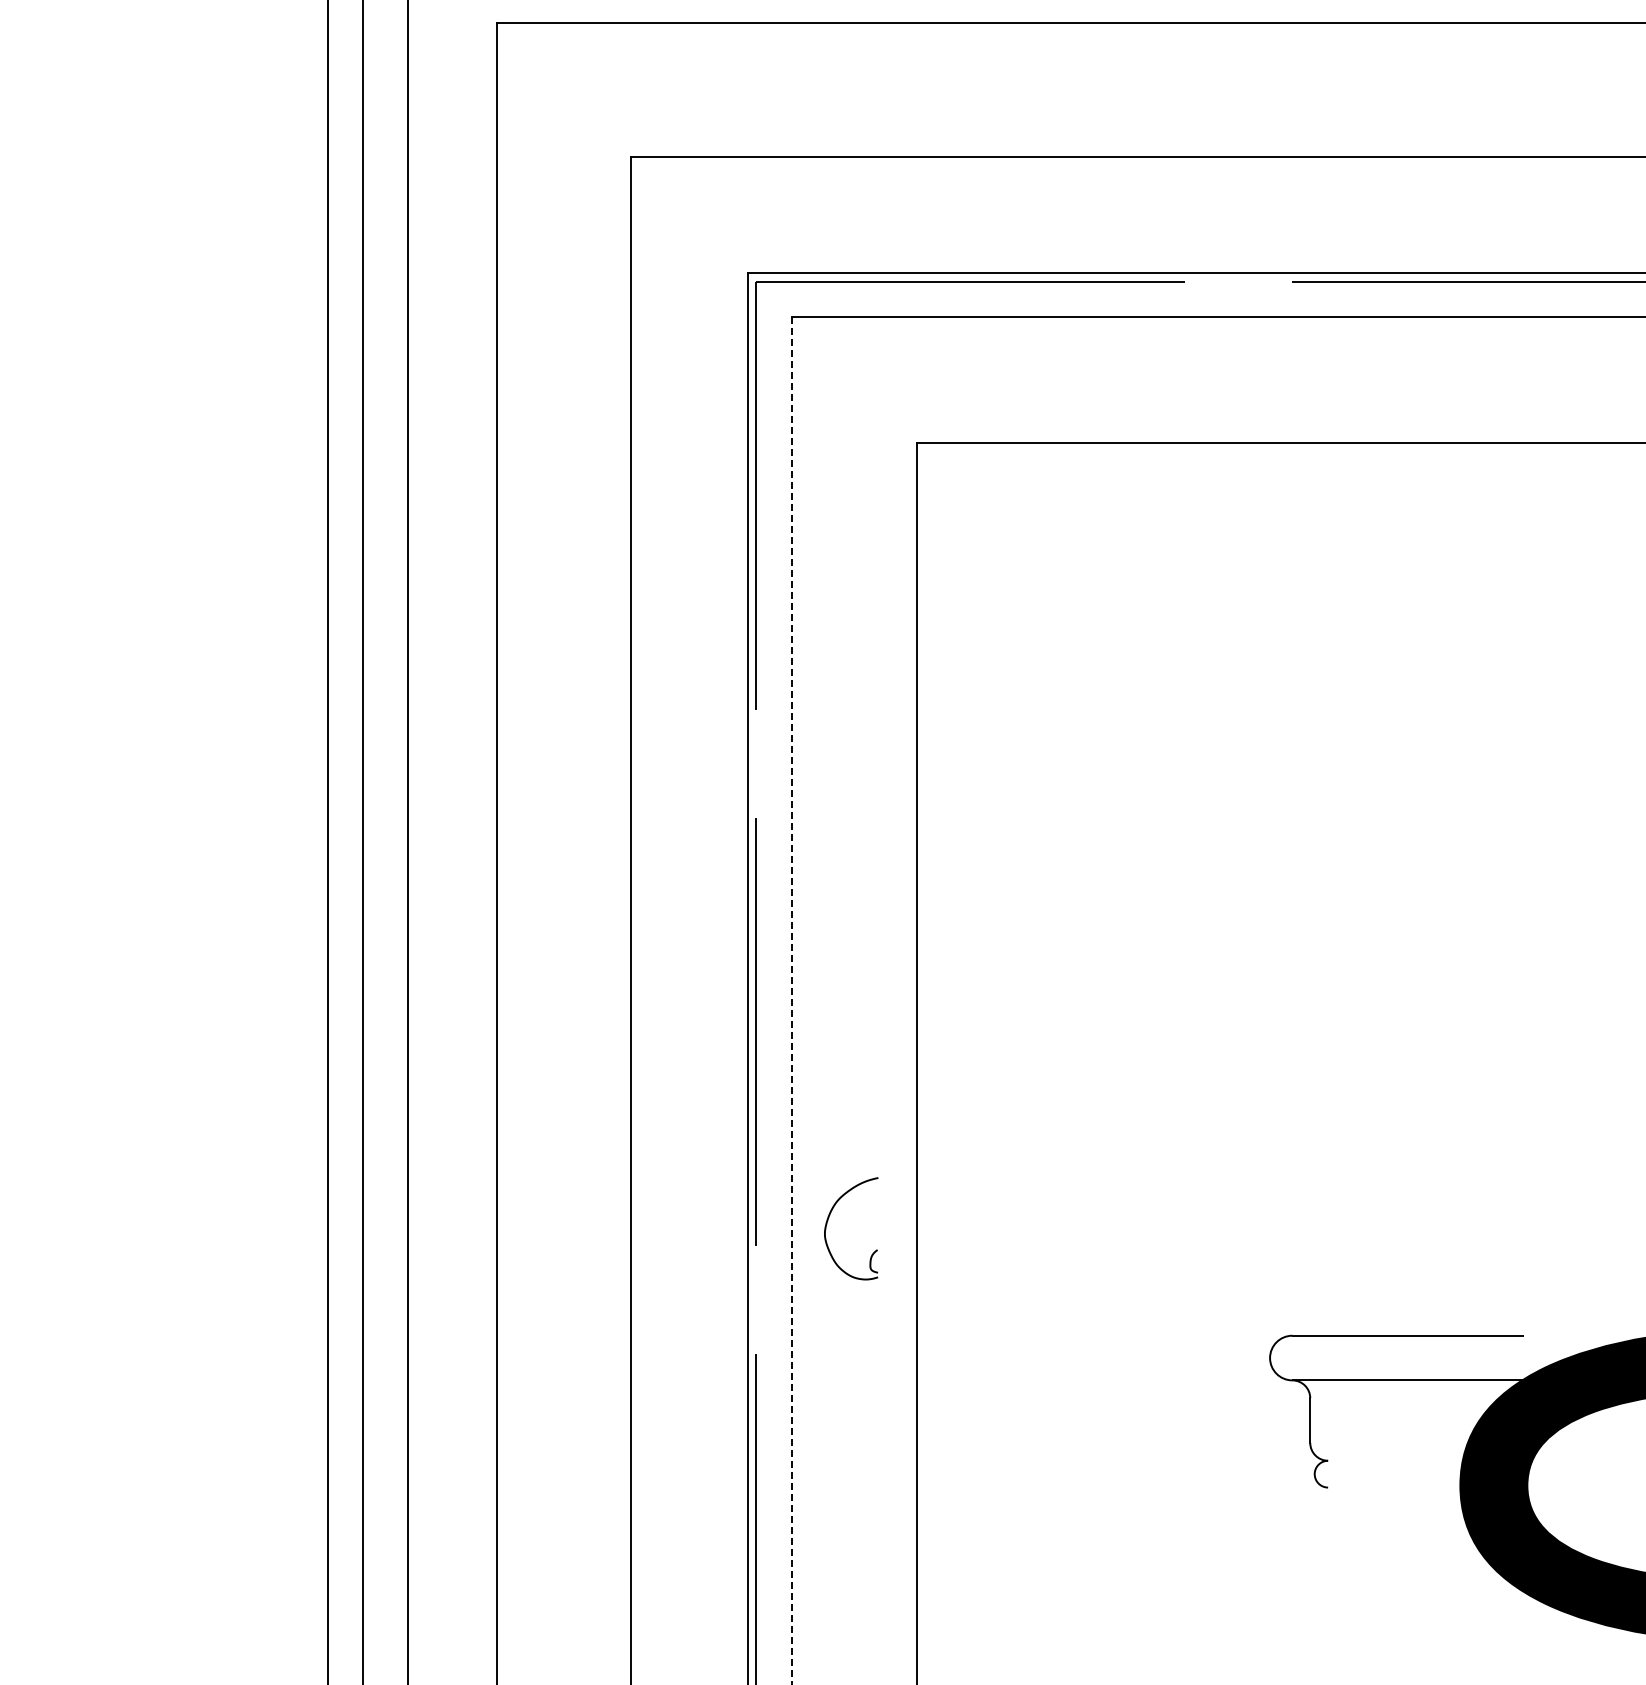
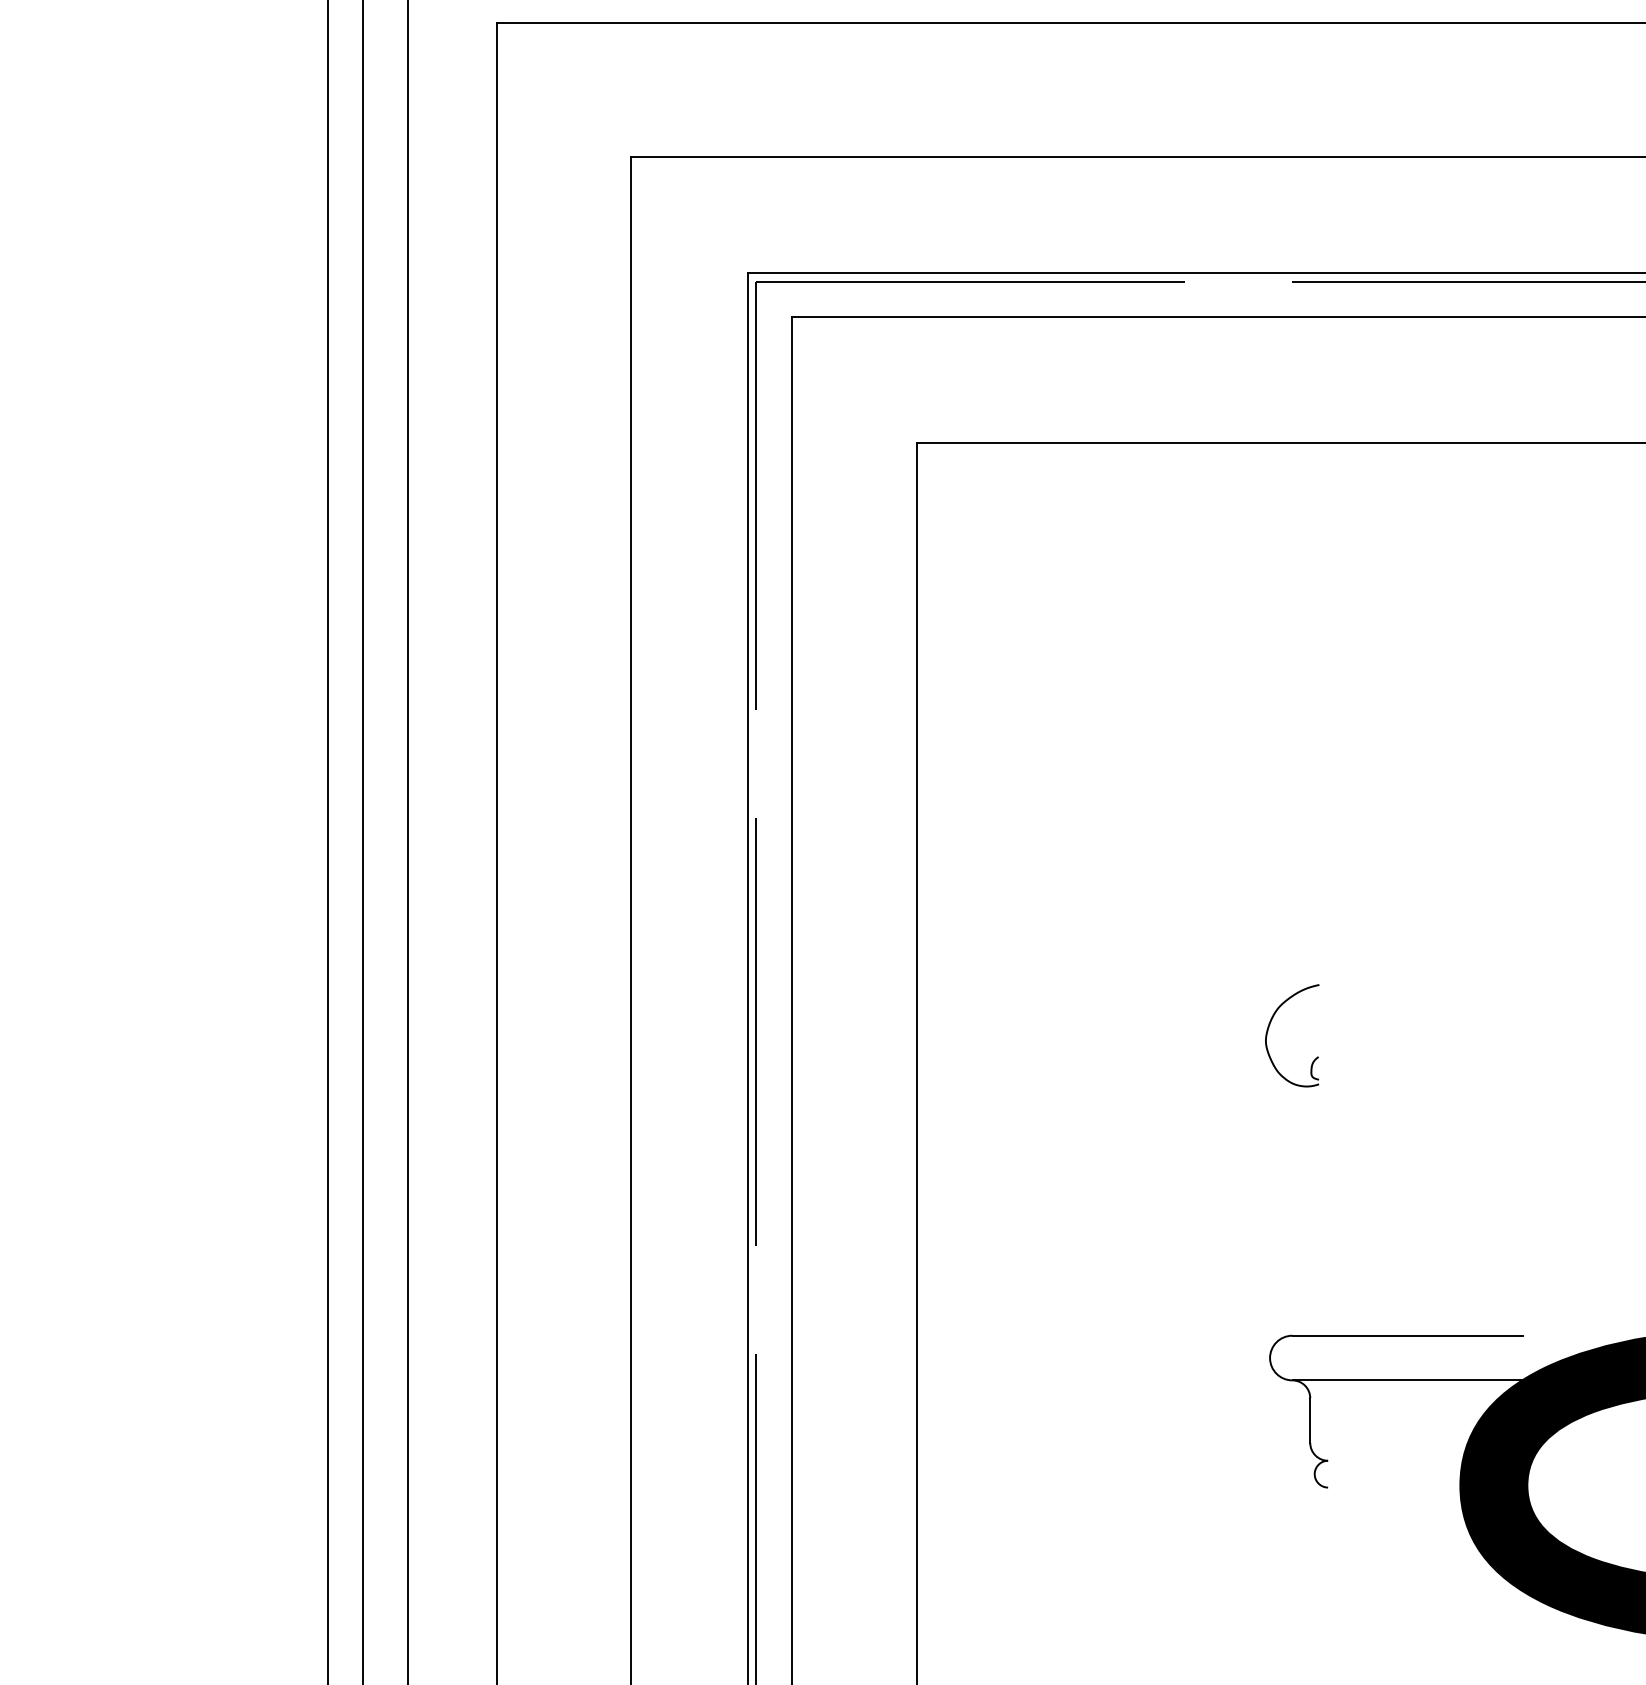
line at (792, 1001): dashed -> solid
part at (827, 1224) position: (827, 1224) -> (1268, 1031)
